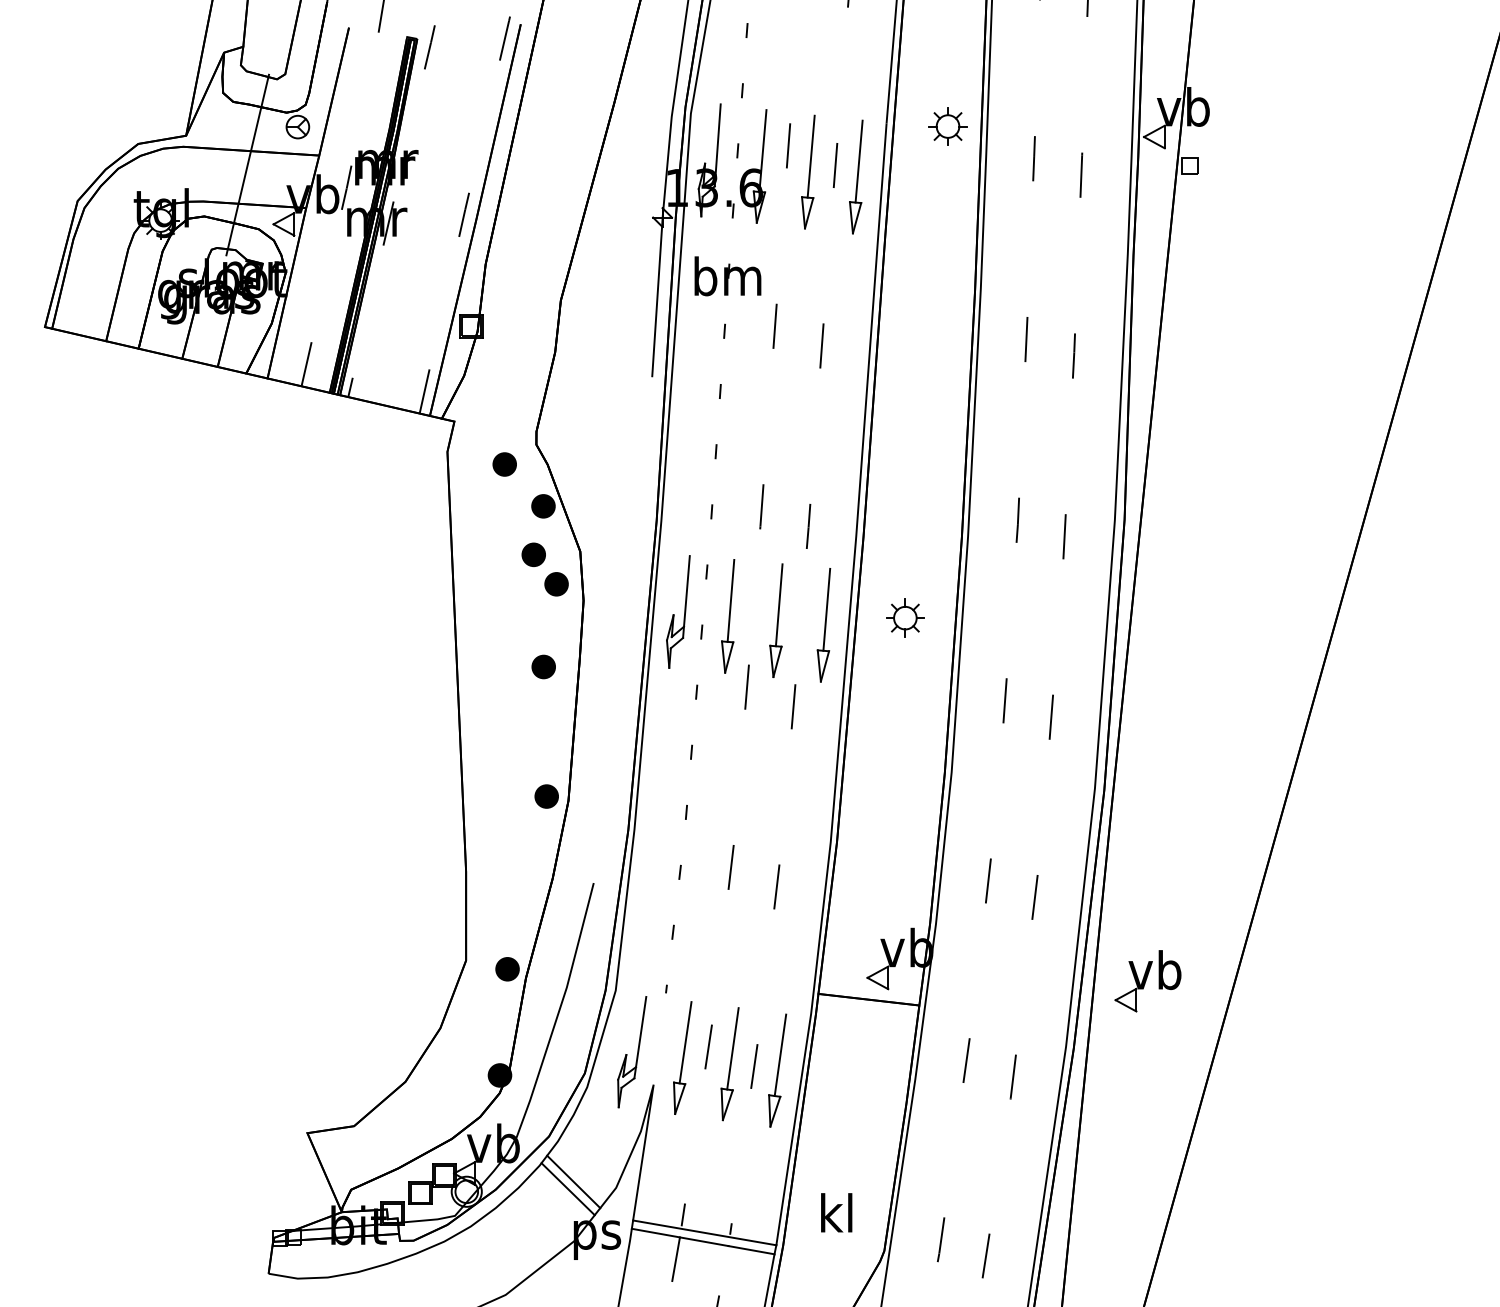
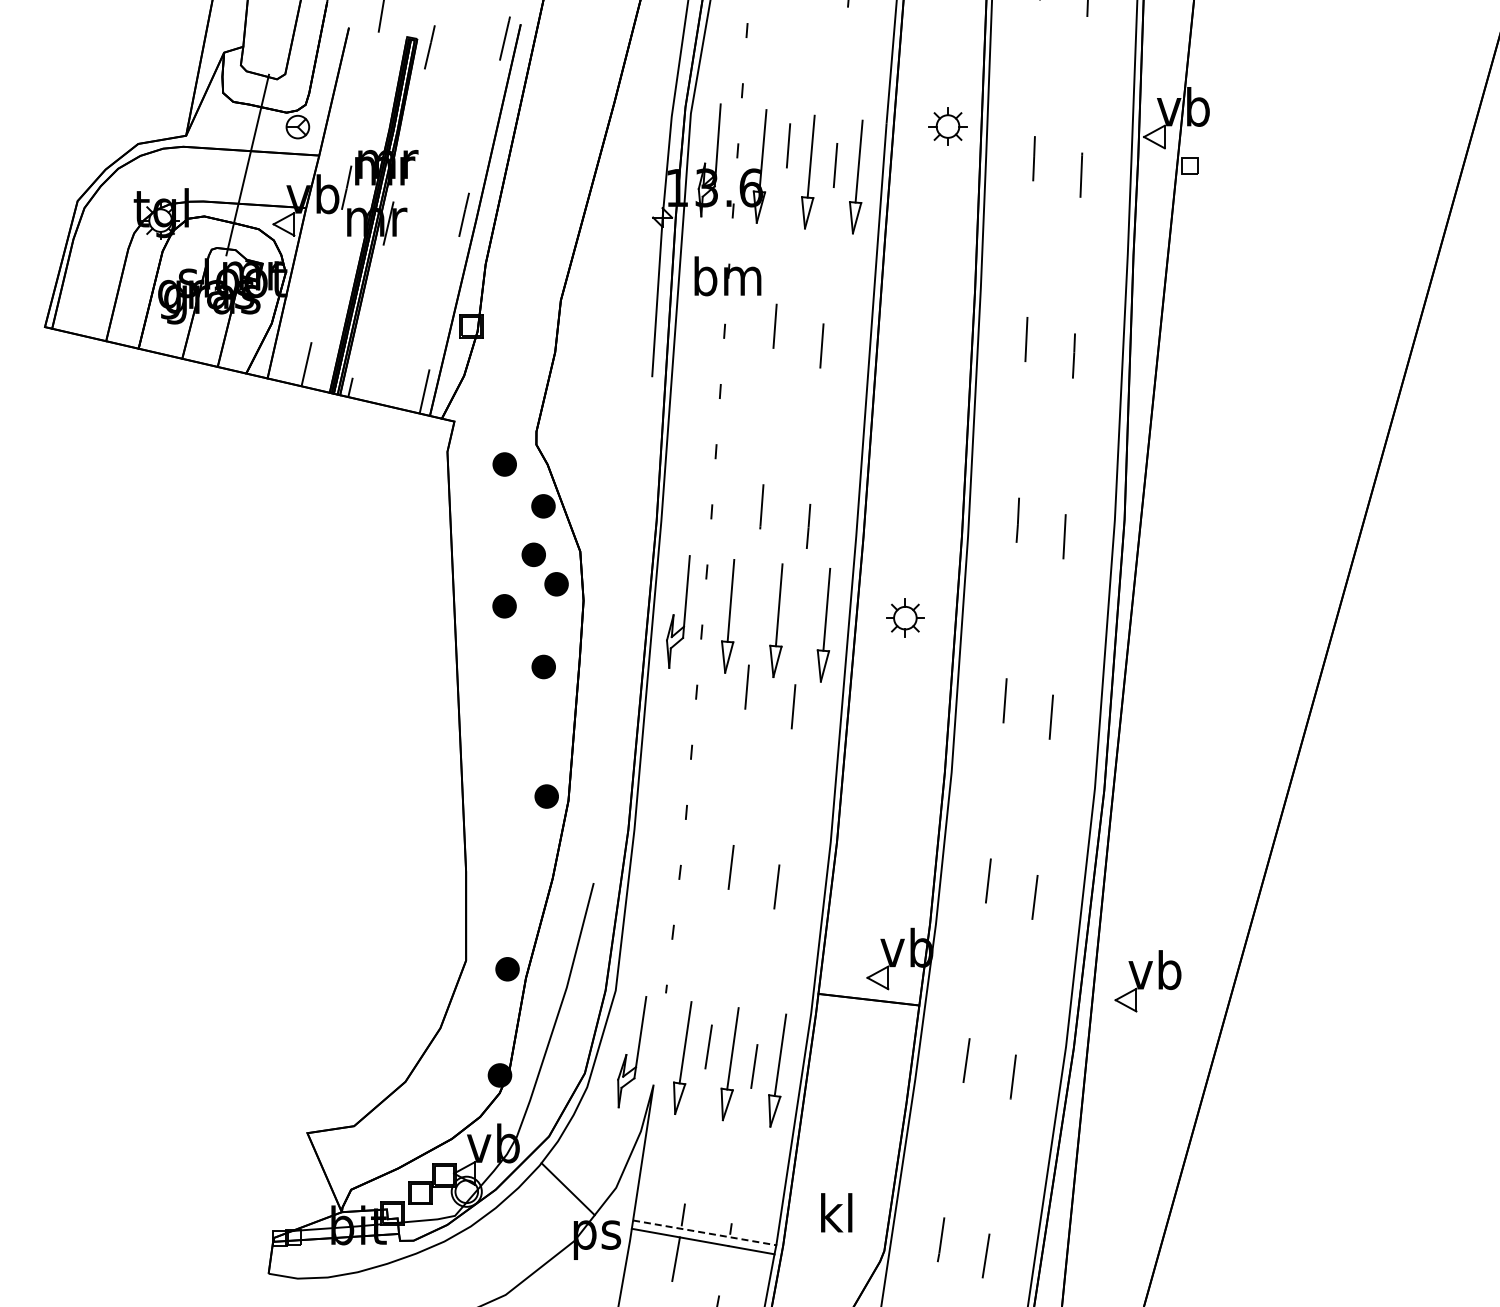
part at (504, 606): none -> present
line at (573, 1181): present -> none
line at (704, 1232): solid -> dashed
